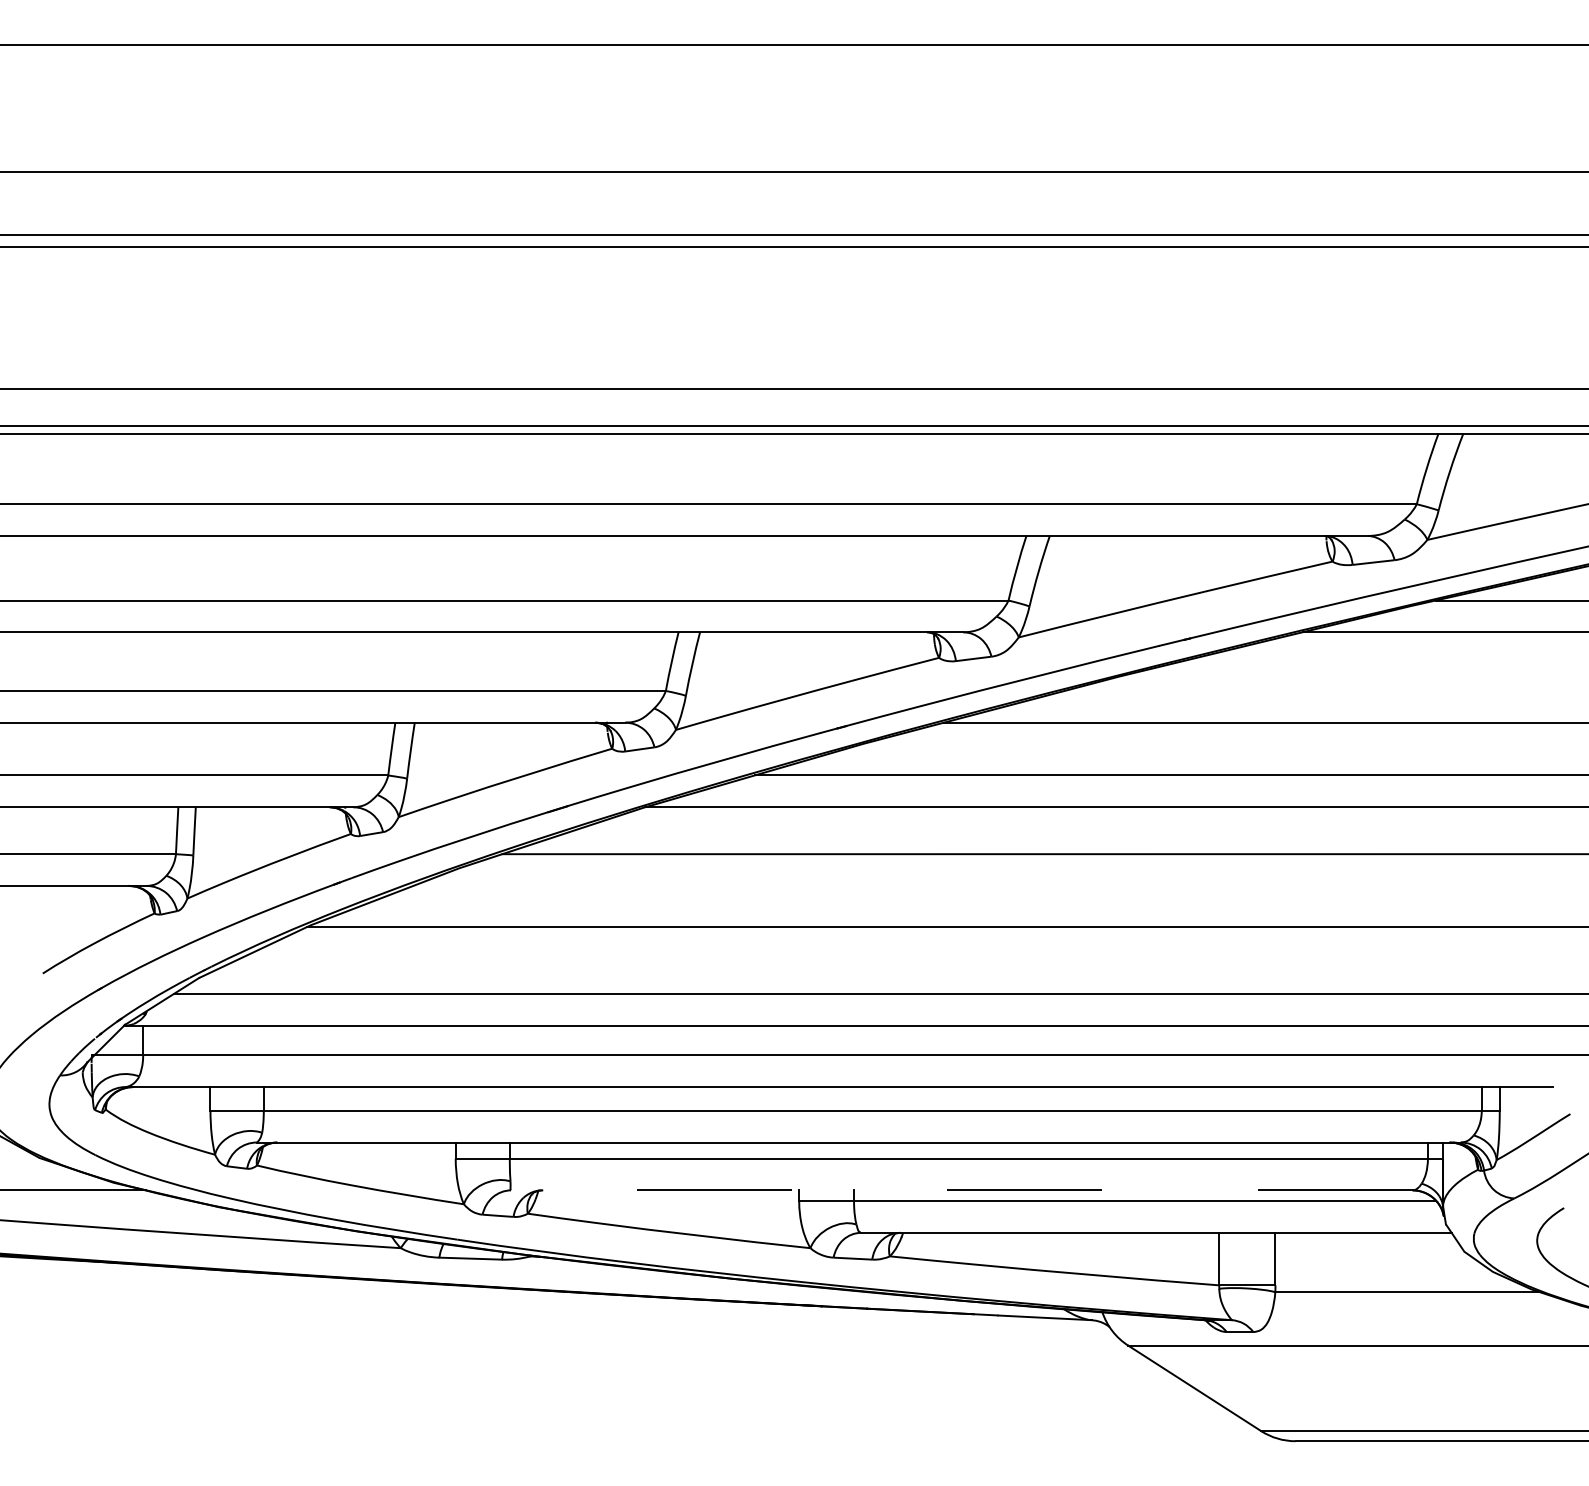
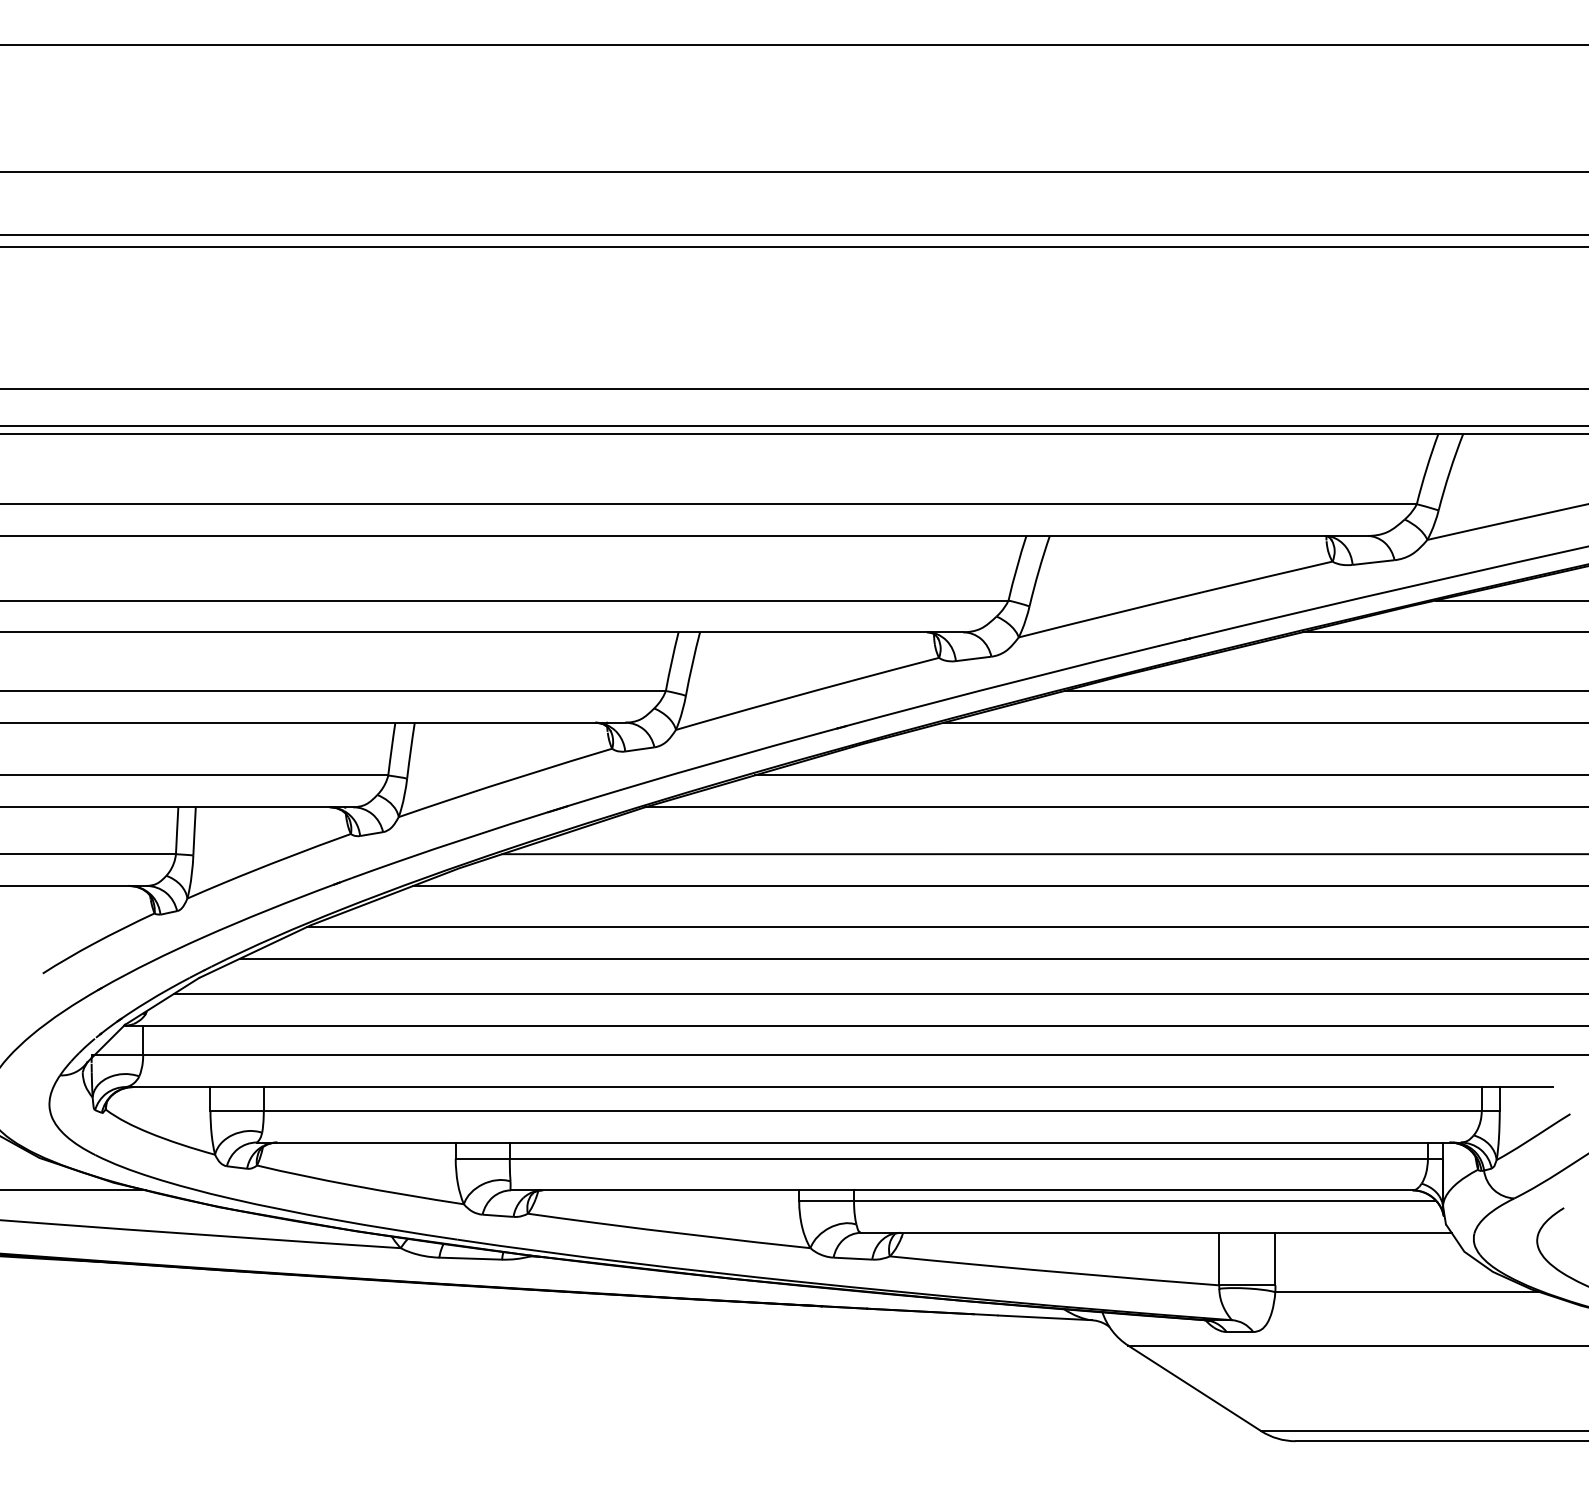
line at (1324, 690): none -> present
line at (999, 885): none -> present
line at (912, 958): none -> present
line at (961, 1190): dashed -> solid
